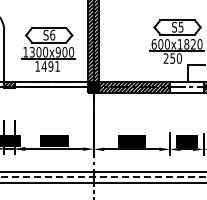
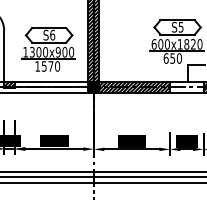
text at (165, 58): 250 -> 650
text at (50, 66): 1491 -> 1570
line at (45, 92): none -> present
line at (103, 177): dashed -> solid
